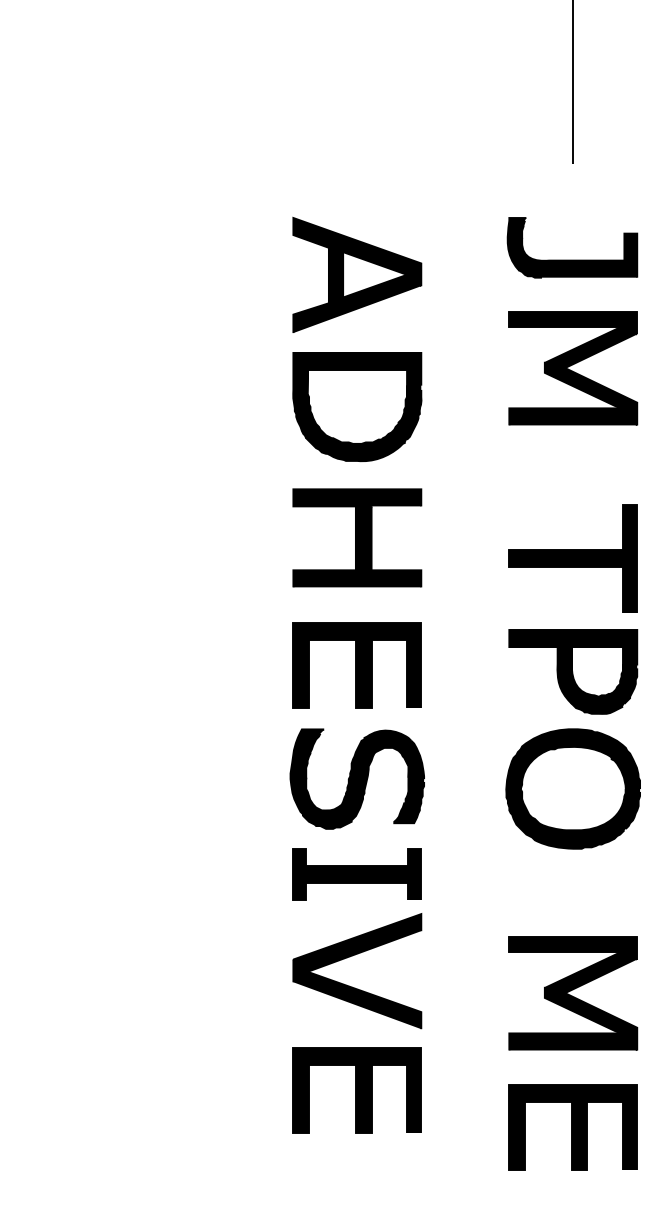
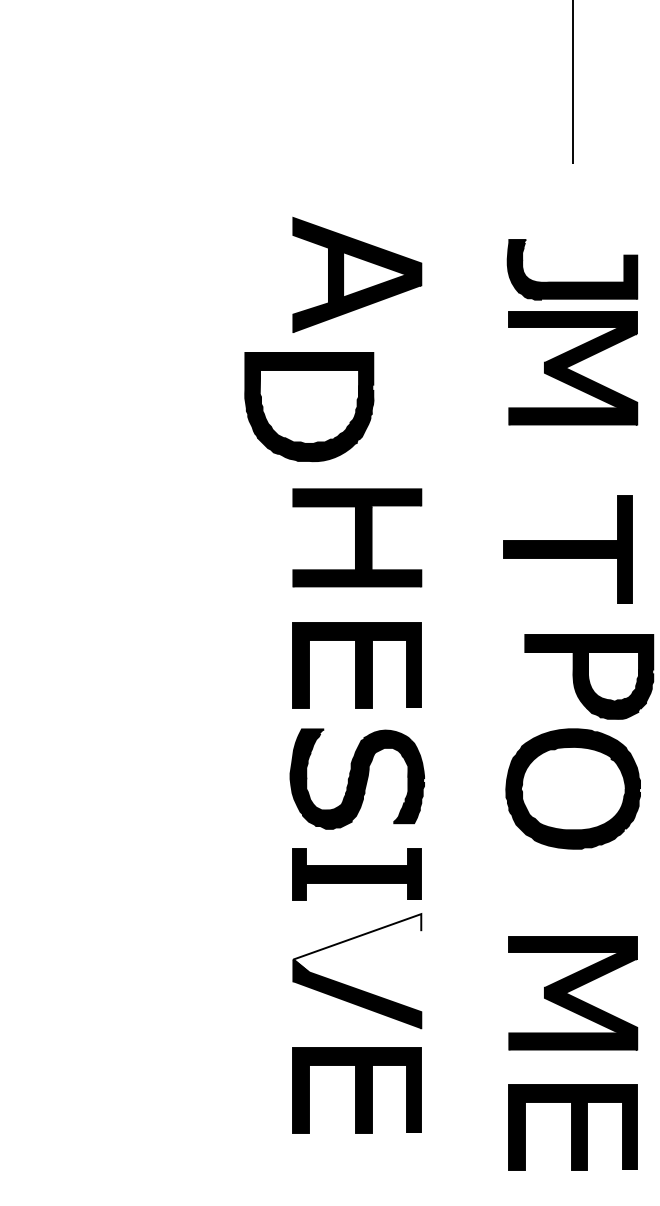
part at (572, 259) position: (572, 259) -> (572, 281)
part at (357, 407) position: (357, 407) -> (309, 407)
part at (572, 558) position: (572, 558) -> (567, 549)
part at (573, 671) position: (573, 671) -> (589, 676)
fill at (357, 943): present -> none
